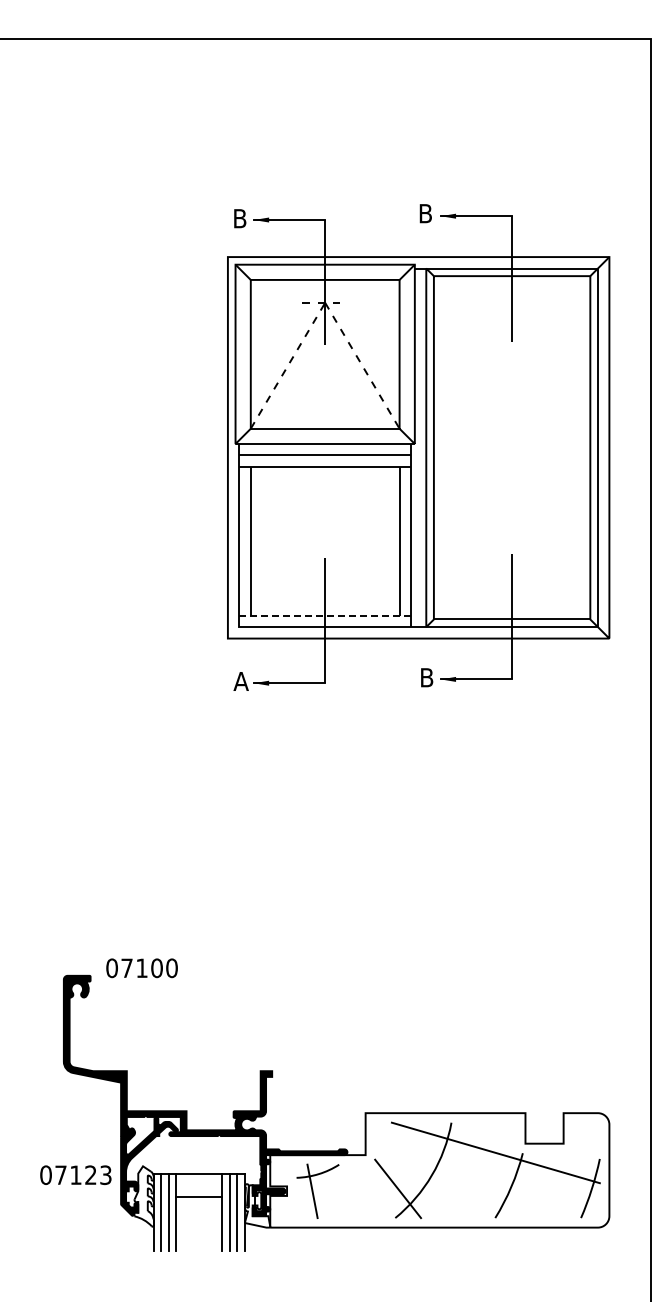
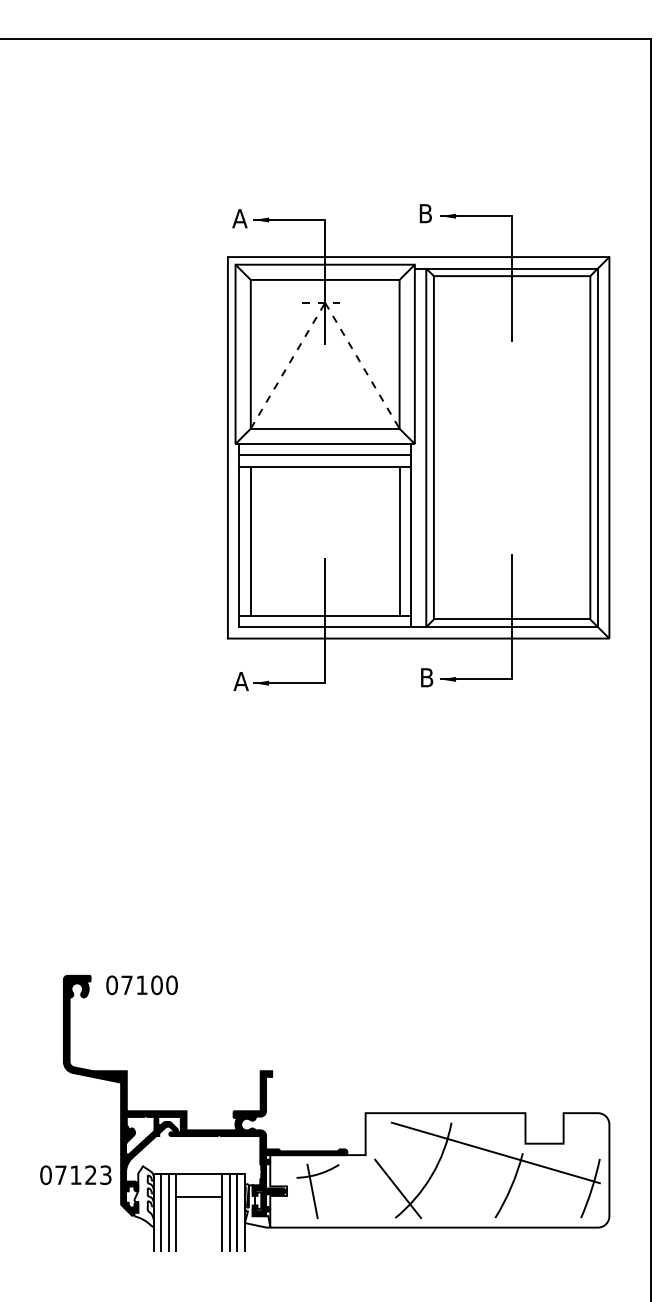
text at (239, 218): B -> A
line at (325, 615): dashed -> solid
text at (141, 968) position: (141, 968) -> (141, 985)
